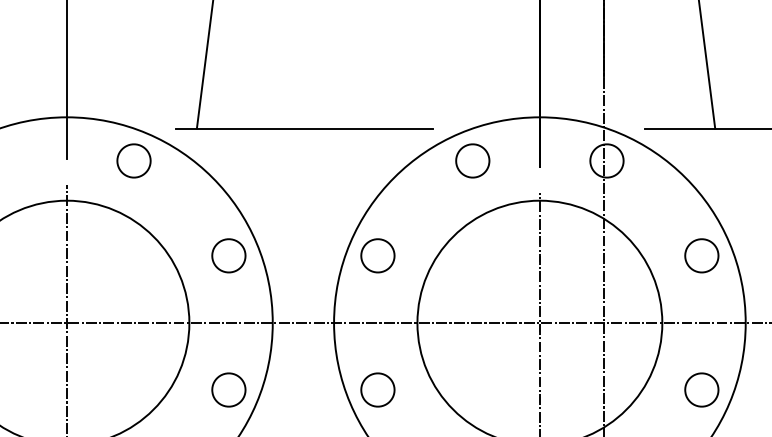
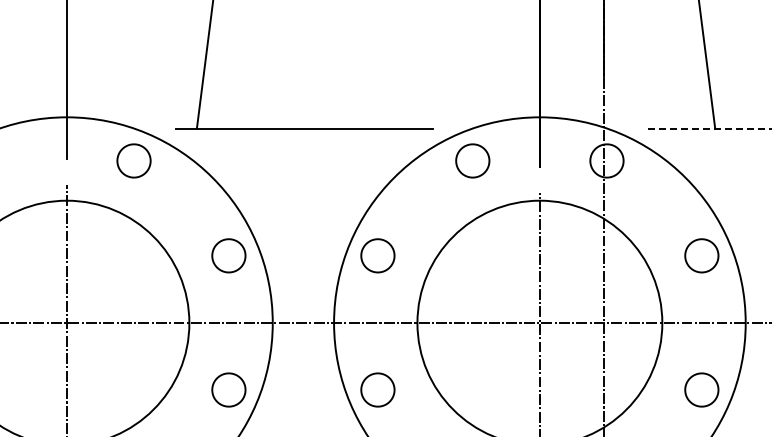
line at (708, 128): solid -> dashed
